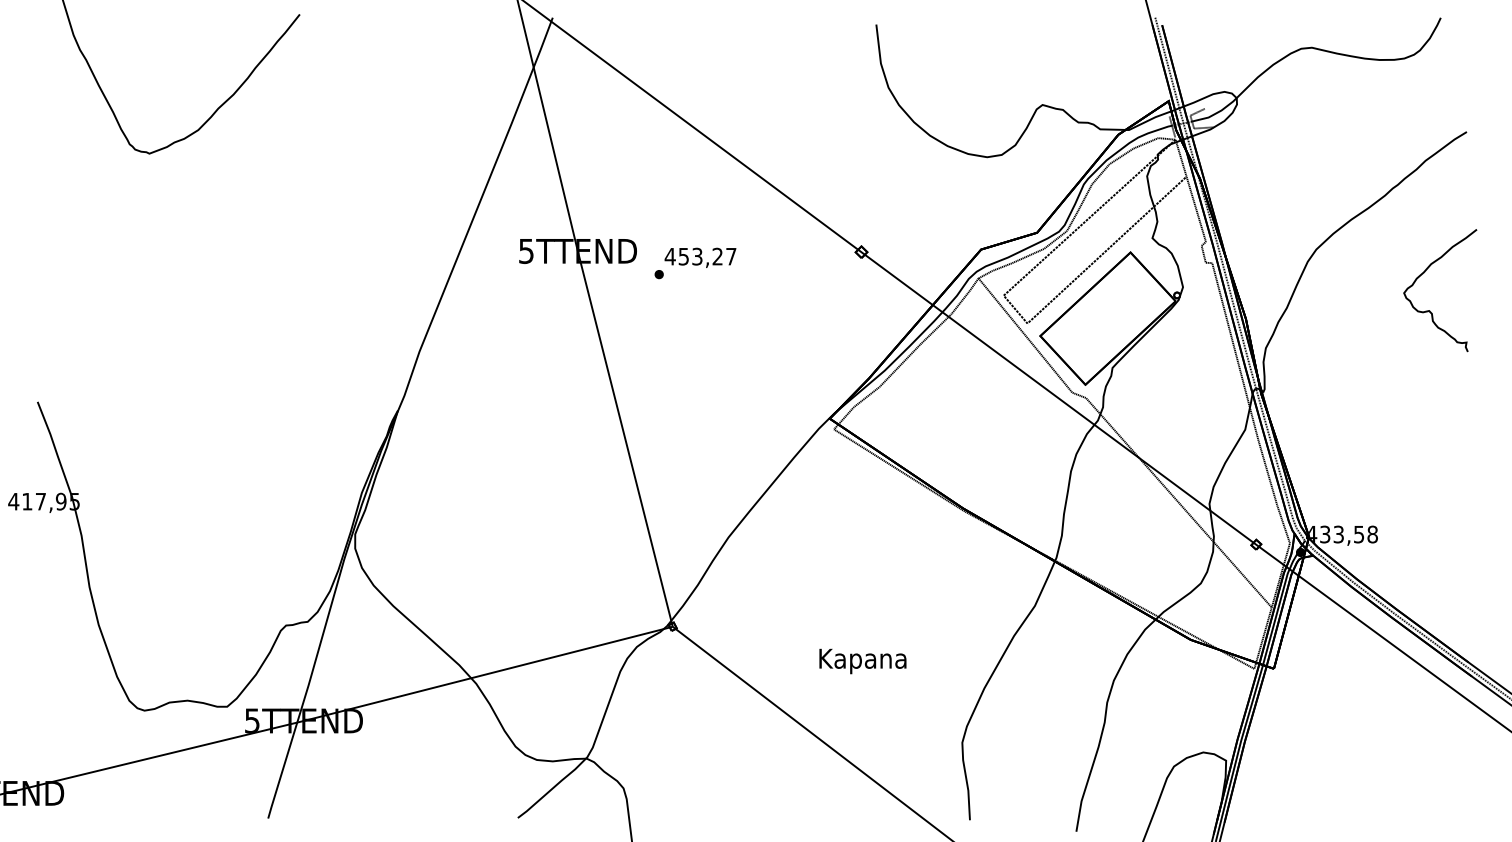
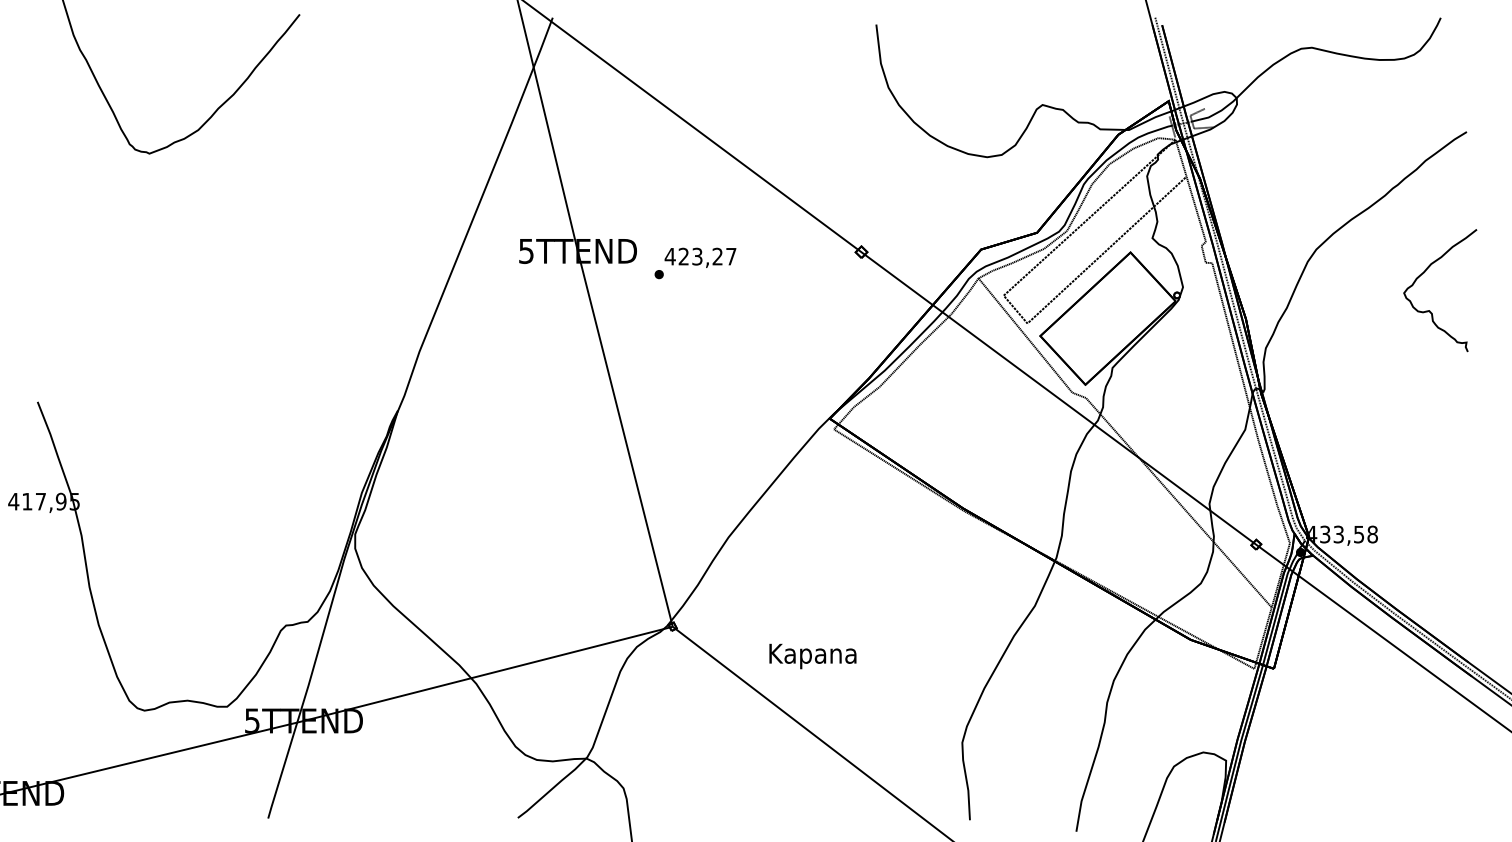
text at (683, 256): 453,27 -> 423,27
text at (862, 661) position: (862, 661) -> (812, 656)
